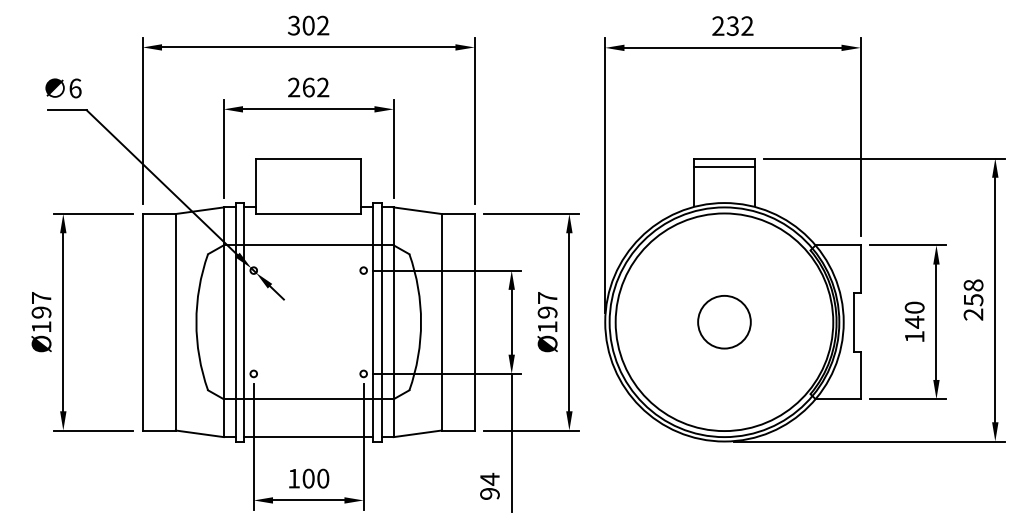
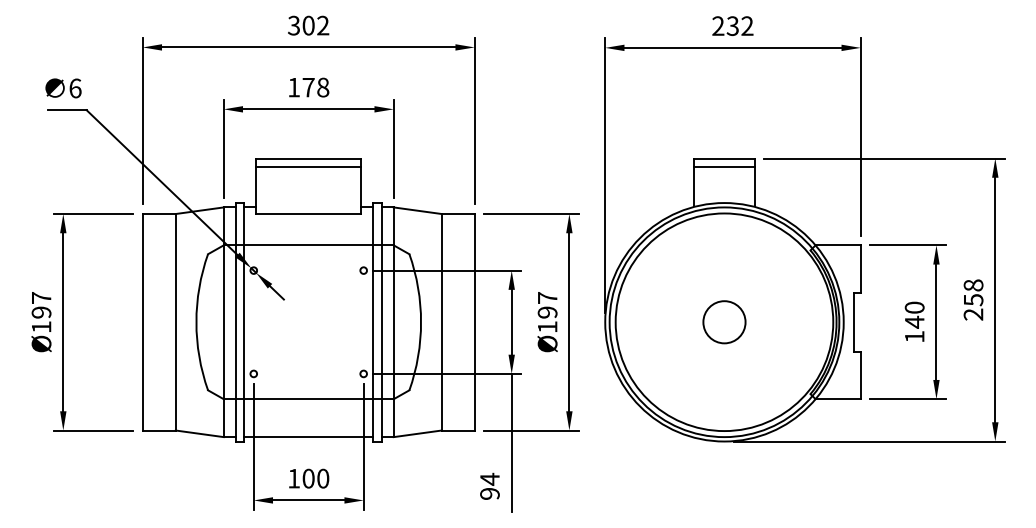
text at (308, 87): 262 -> 178
line at (308, 167): none -> present
circle at (724, 322) size: 55x55 px -> 45x45 px
